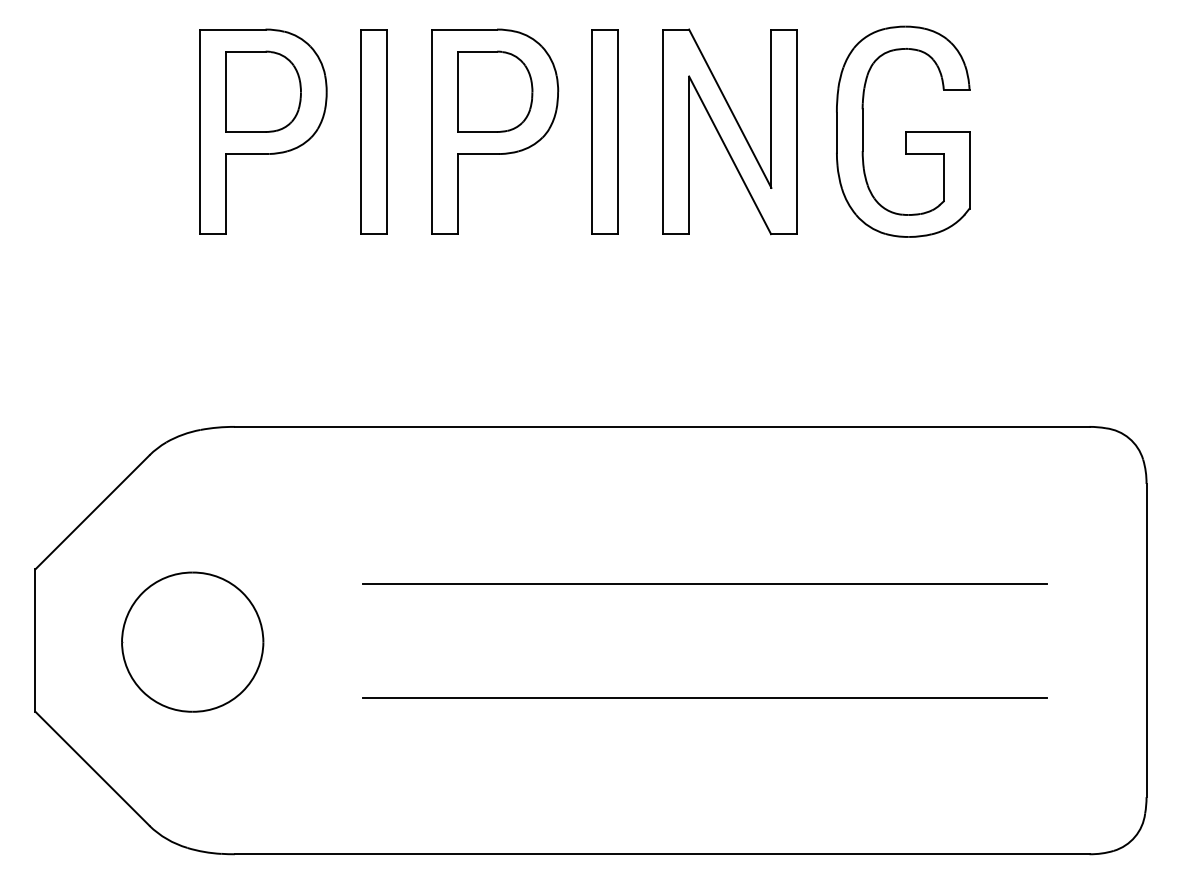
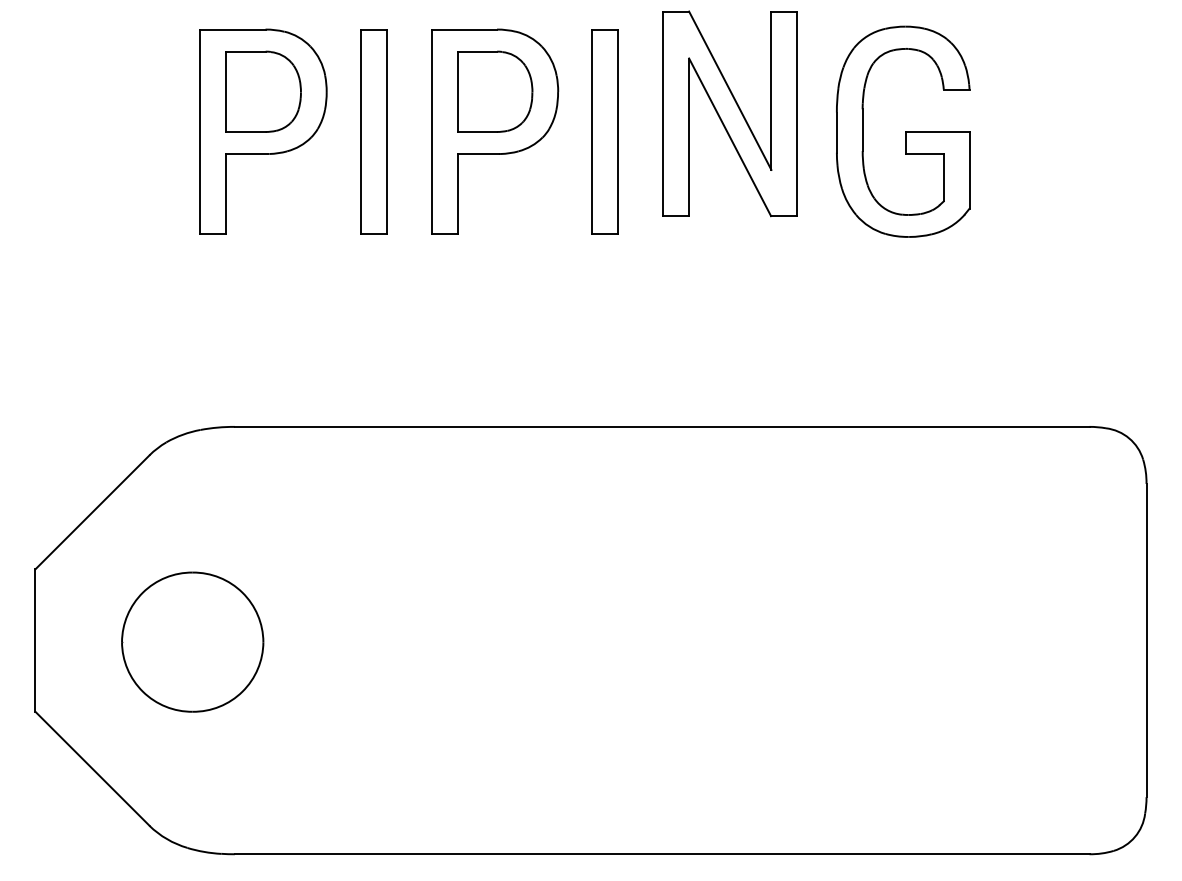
part at (729, 131) position: (729, 131) -> (729, 113)
line at (704, 583): present -> none
line at (704, 697): present -> none
